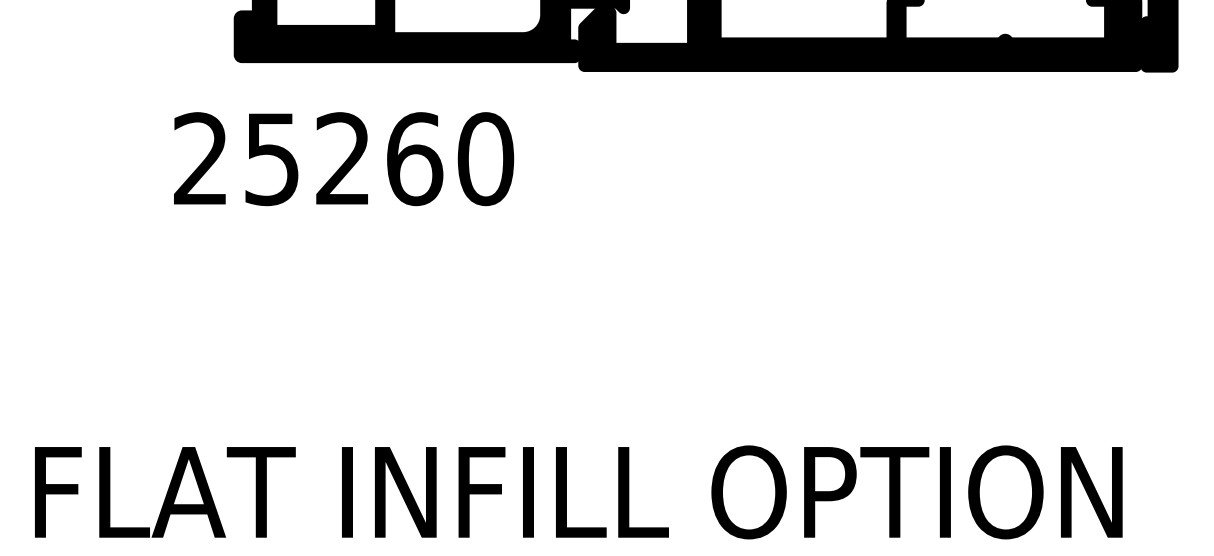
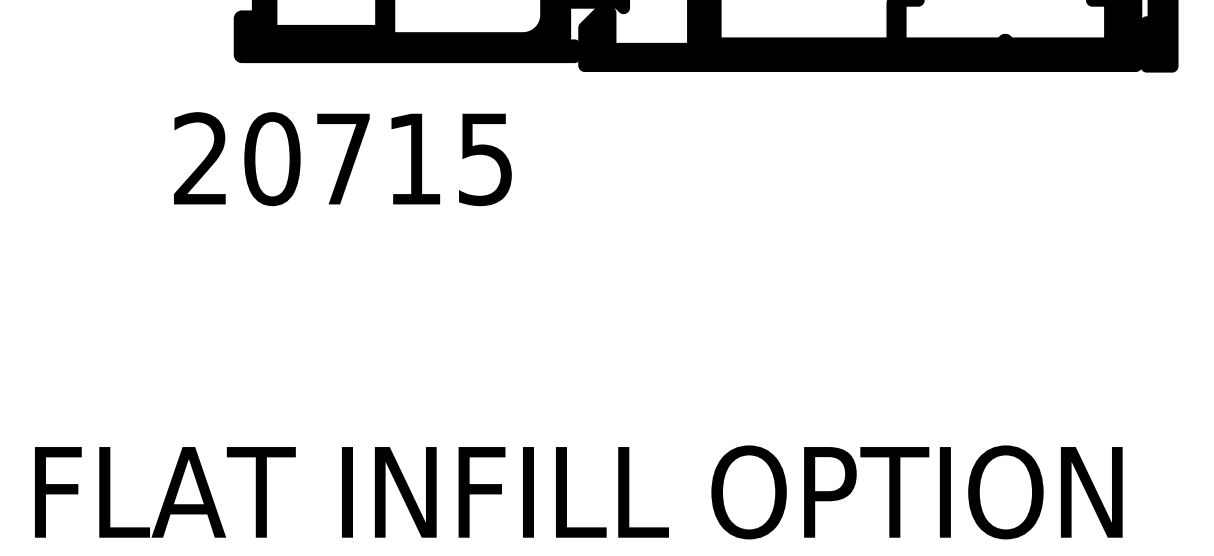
text at (379, 159): 25260 -> 20715
